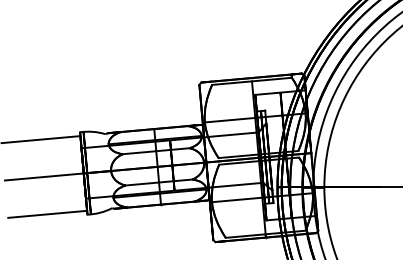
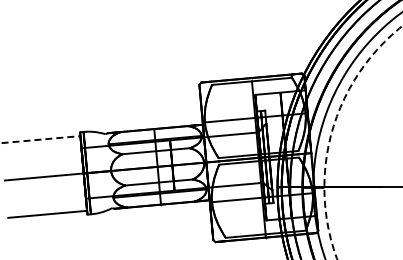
line at (41, 139): solid -> dashed
circle at (363, 142): solid -> dashed
